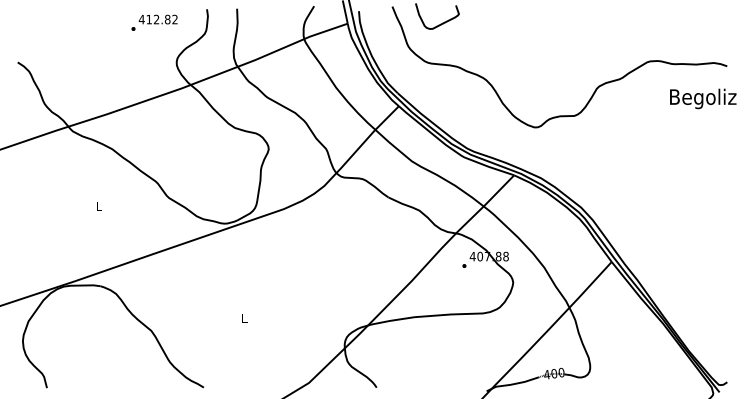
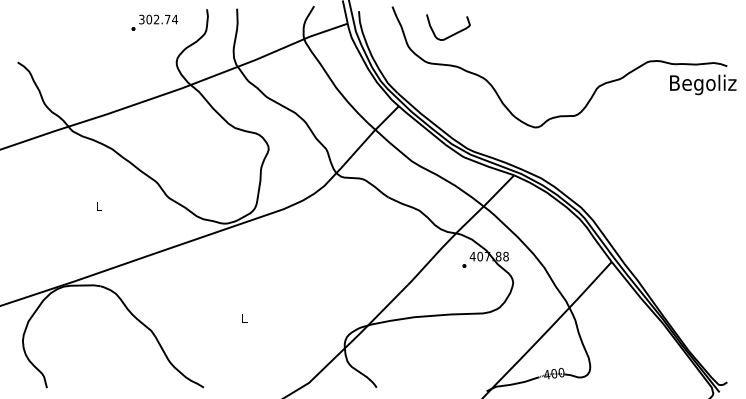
text at (158, 19): 412.82 -> 302.74
curve at (440, 23) position: (440, 23) -> (451, 34)
text at (703, 98) position: (703, 98) -> (703, 84)
